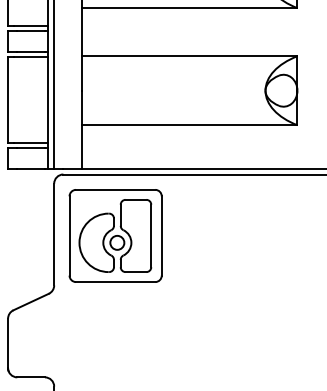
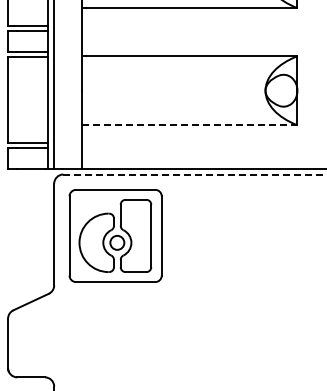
line at (189, 125): solid -> dashed
line at (195, 174): solid -> dashed
